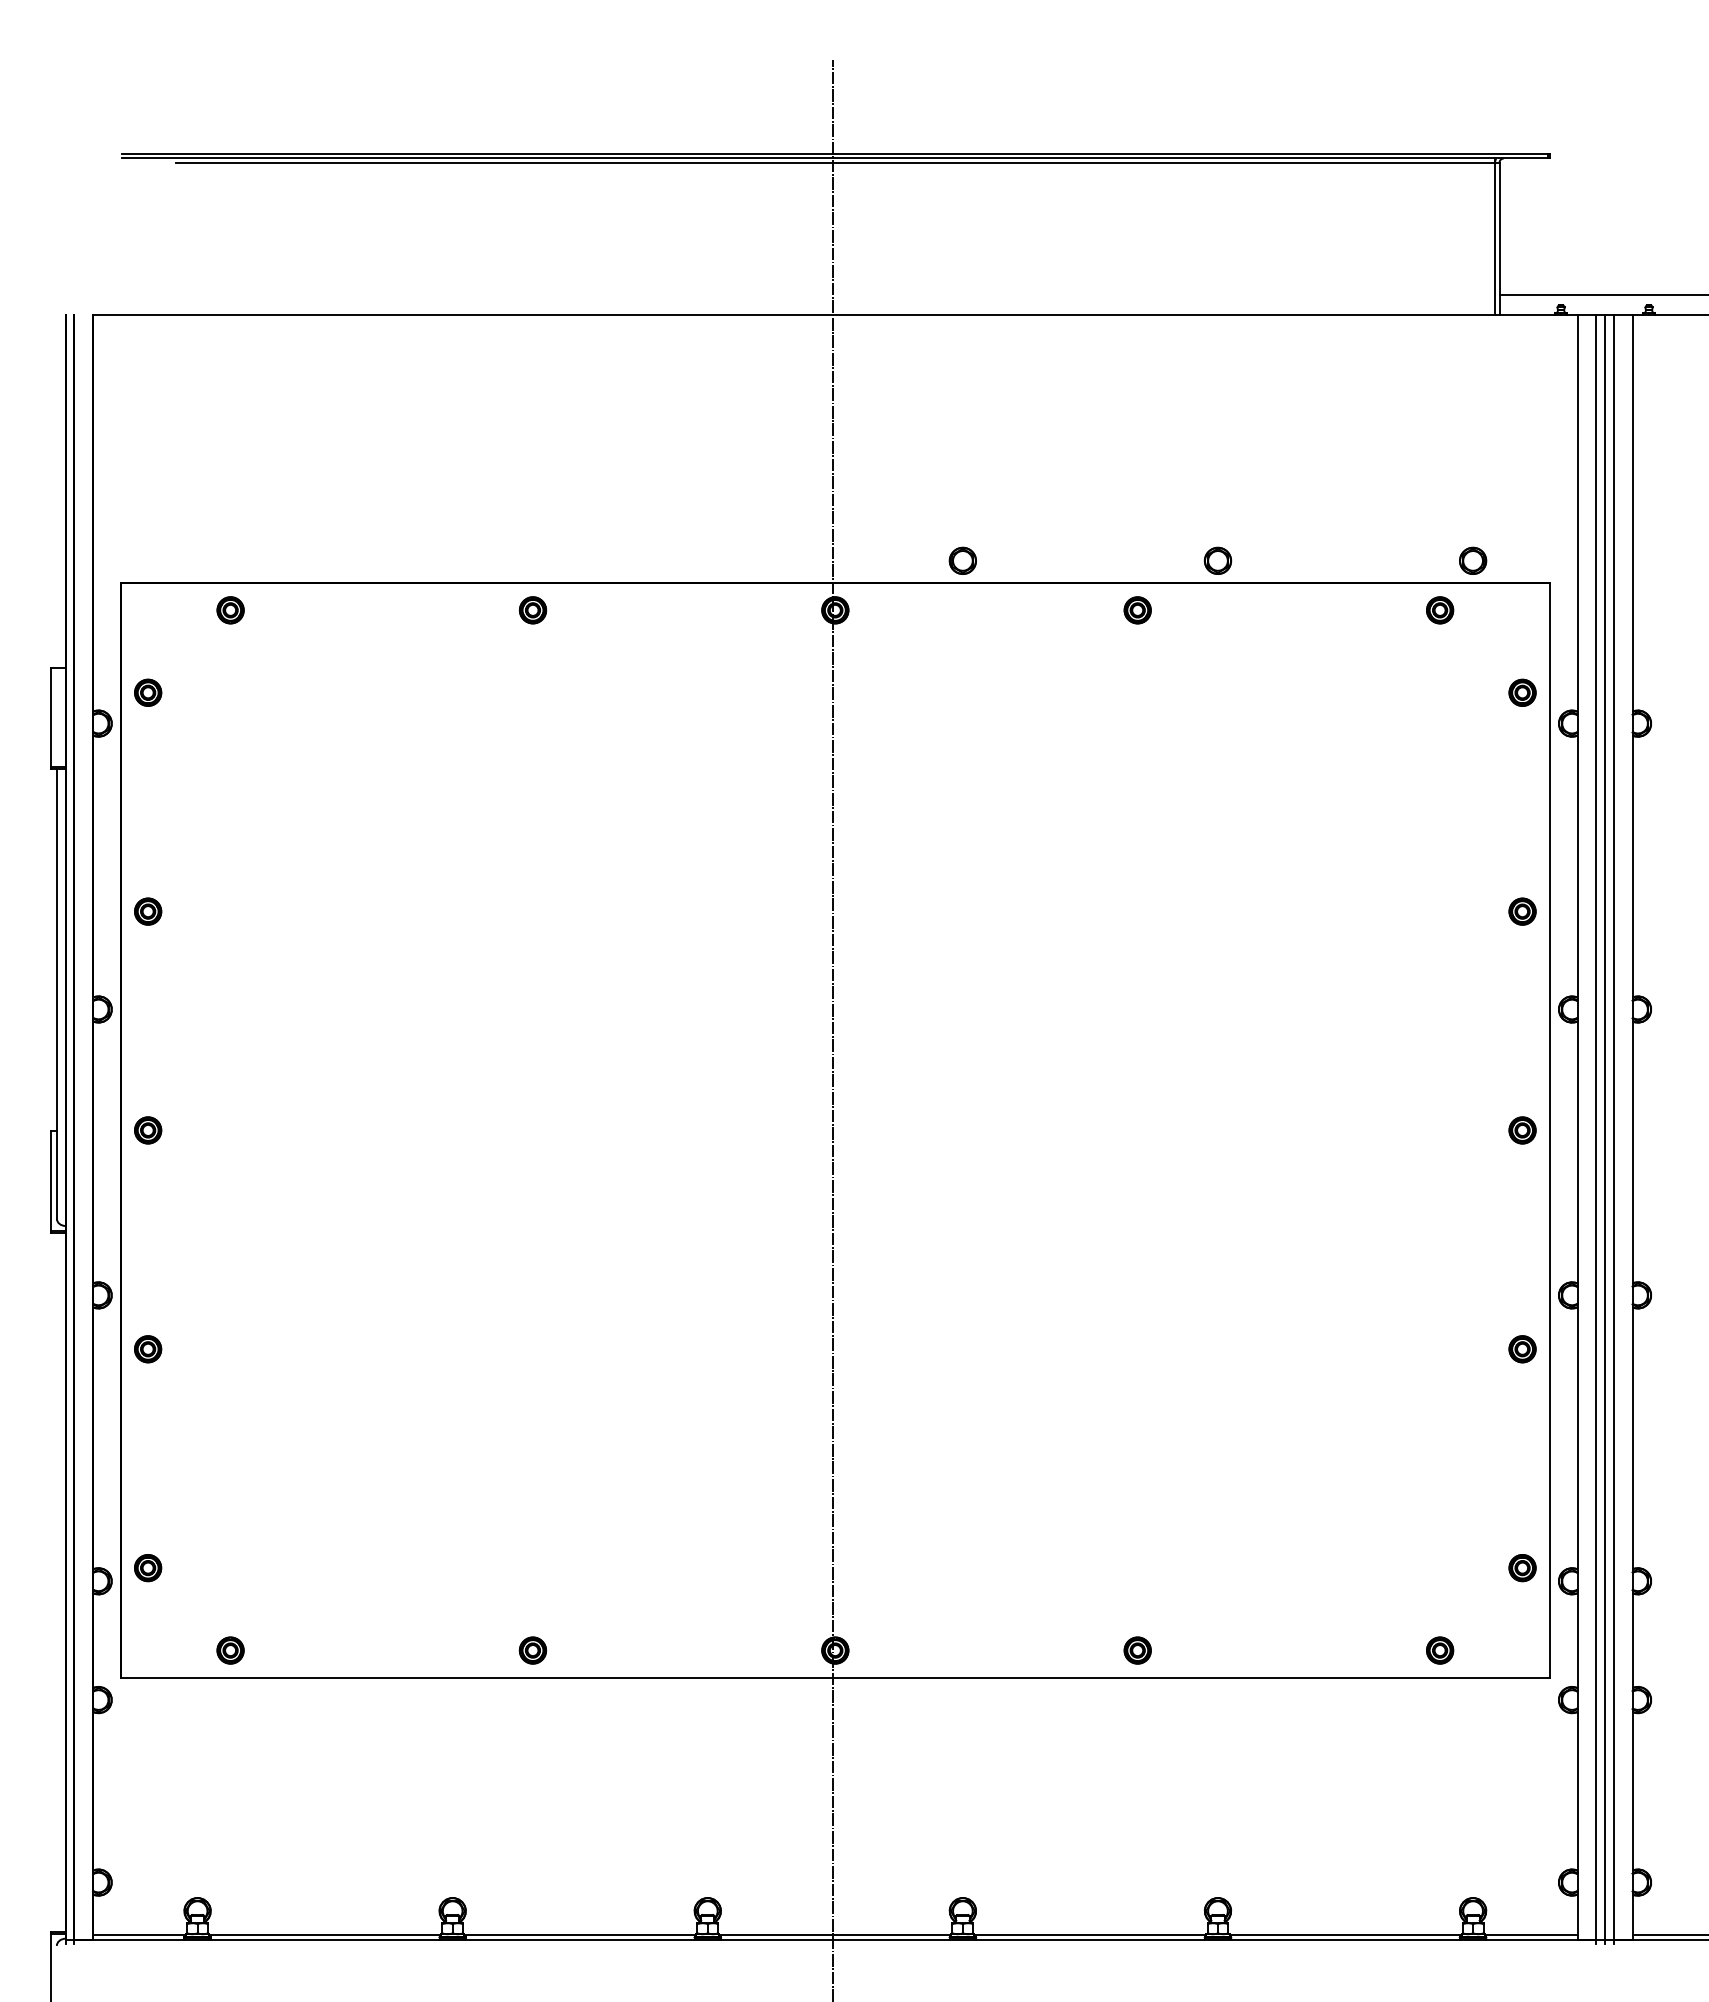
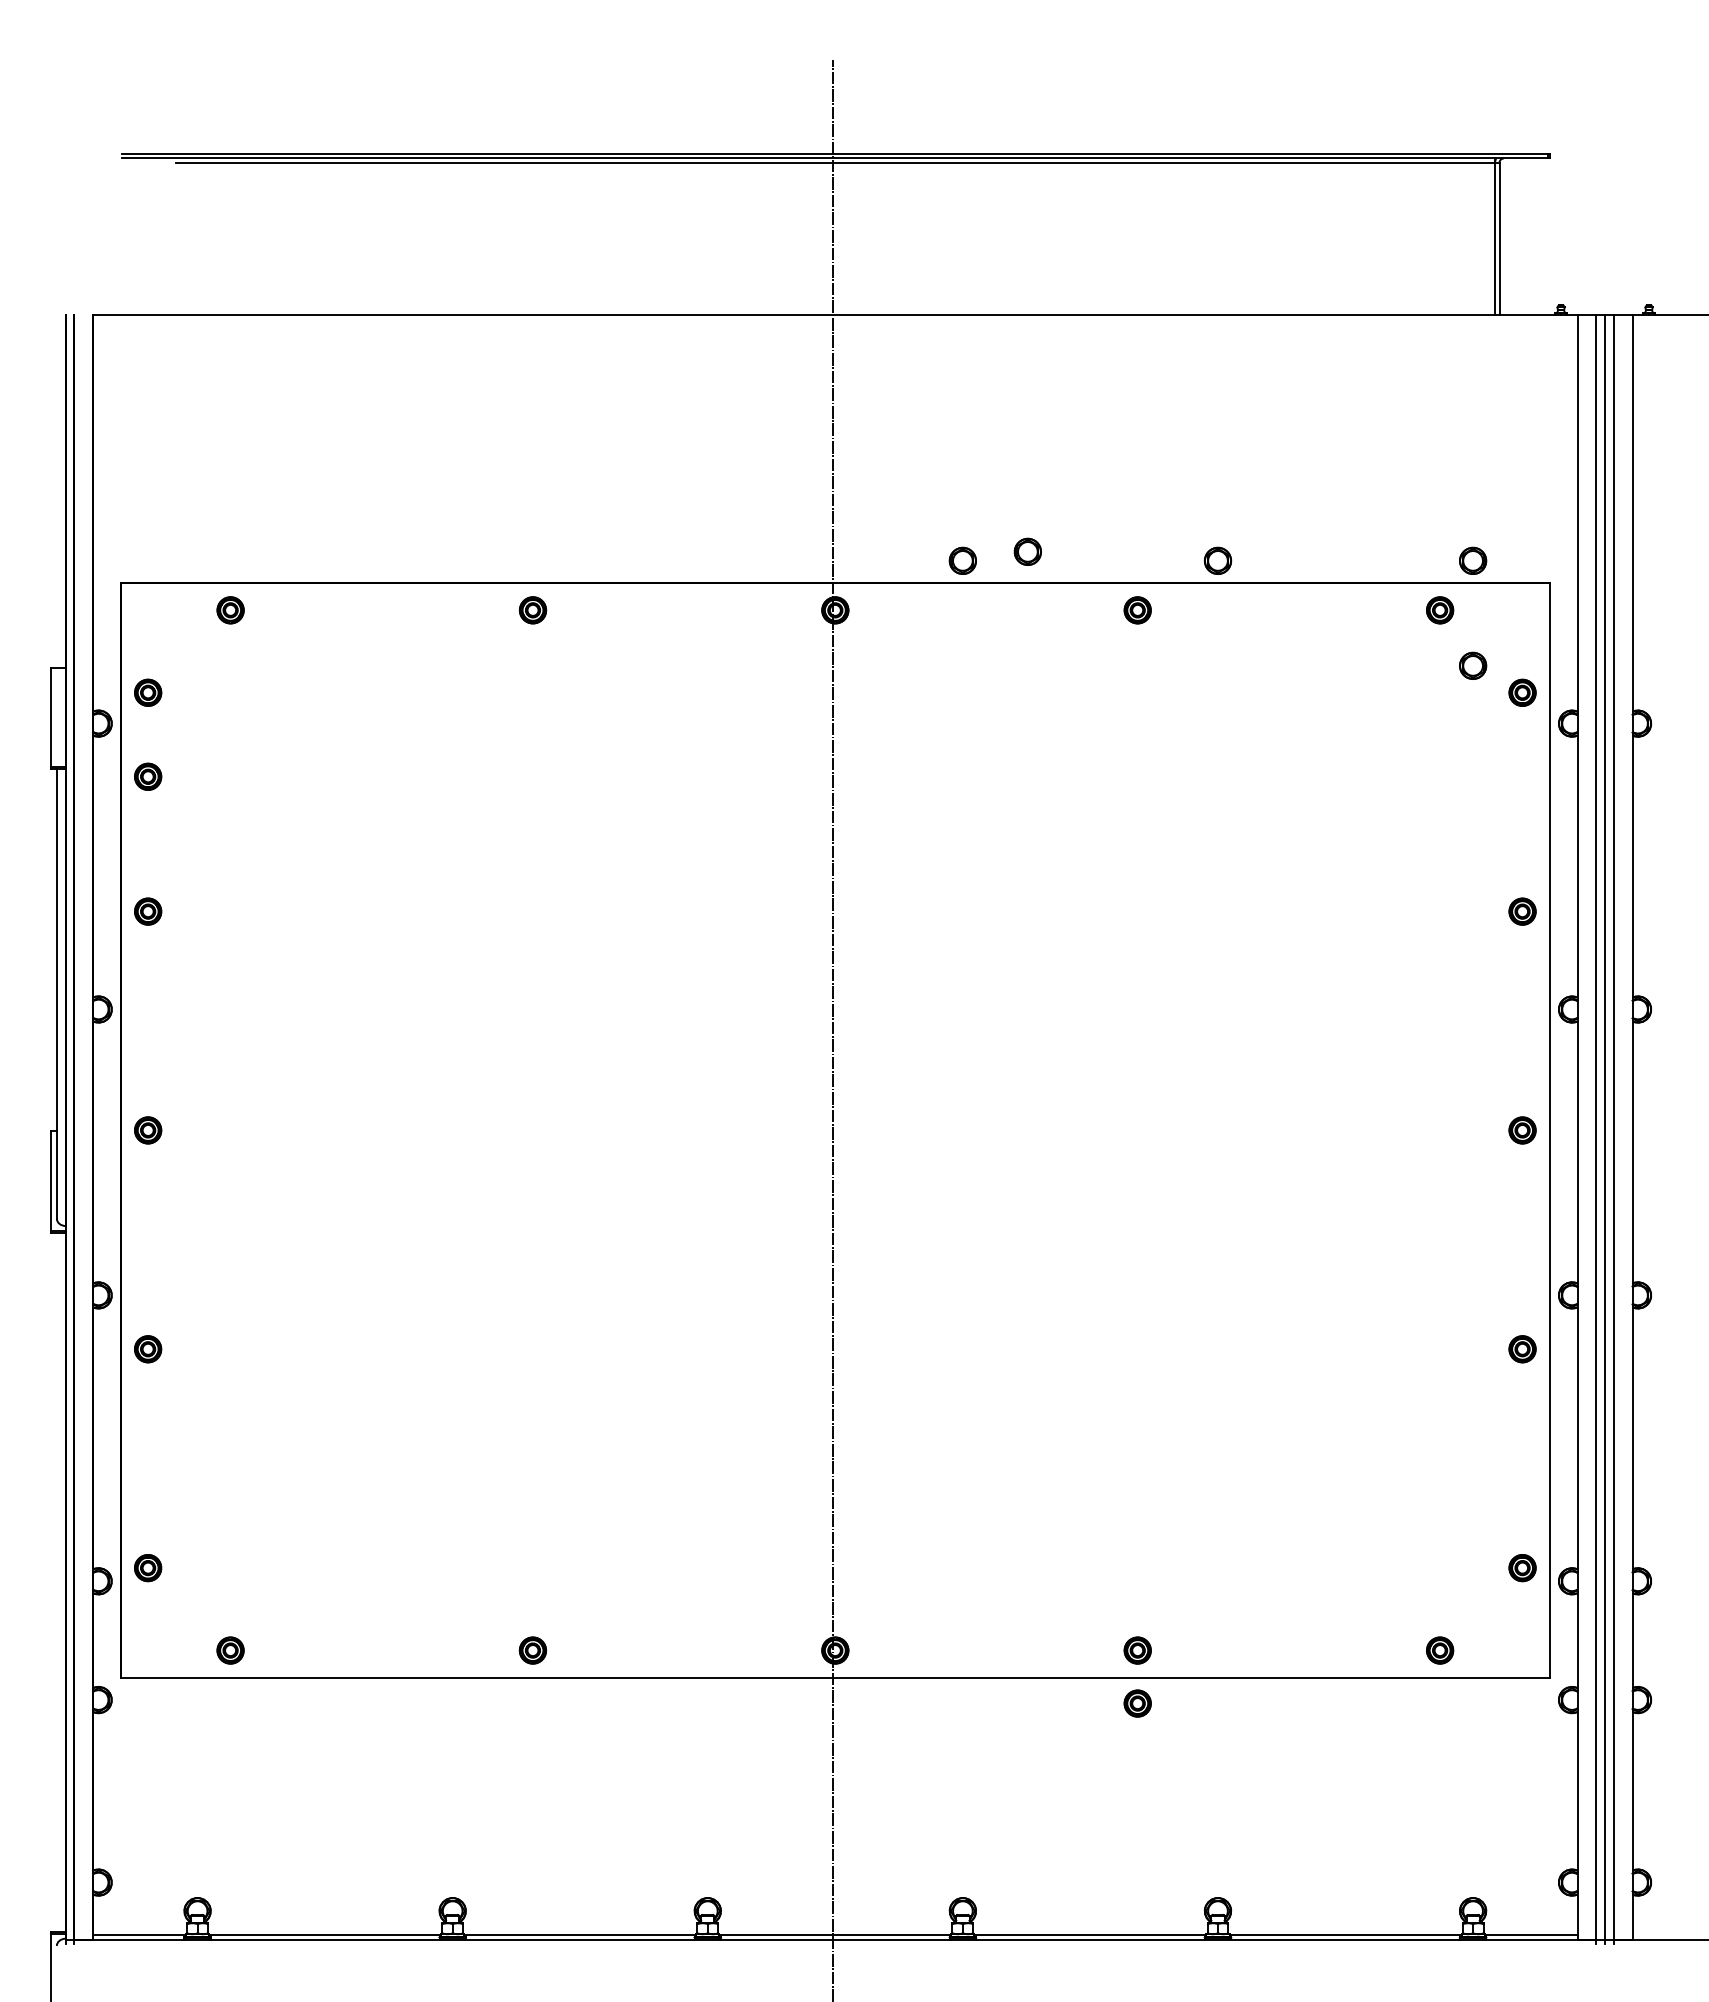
line at (1602, 294): present -> none
part at (1027, 551): none -> present
part at (1473, 665): none -> present
part at (148, 776): none -> present
part at (1137, 1703): none -> present
line at (1668, 1935): present -> none
